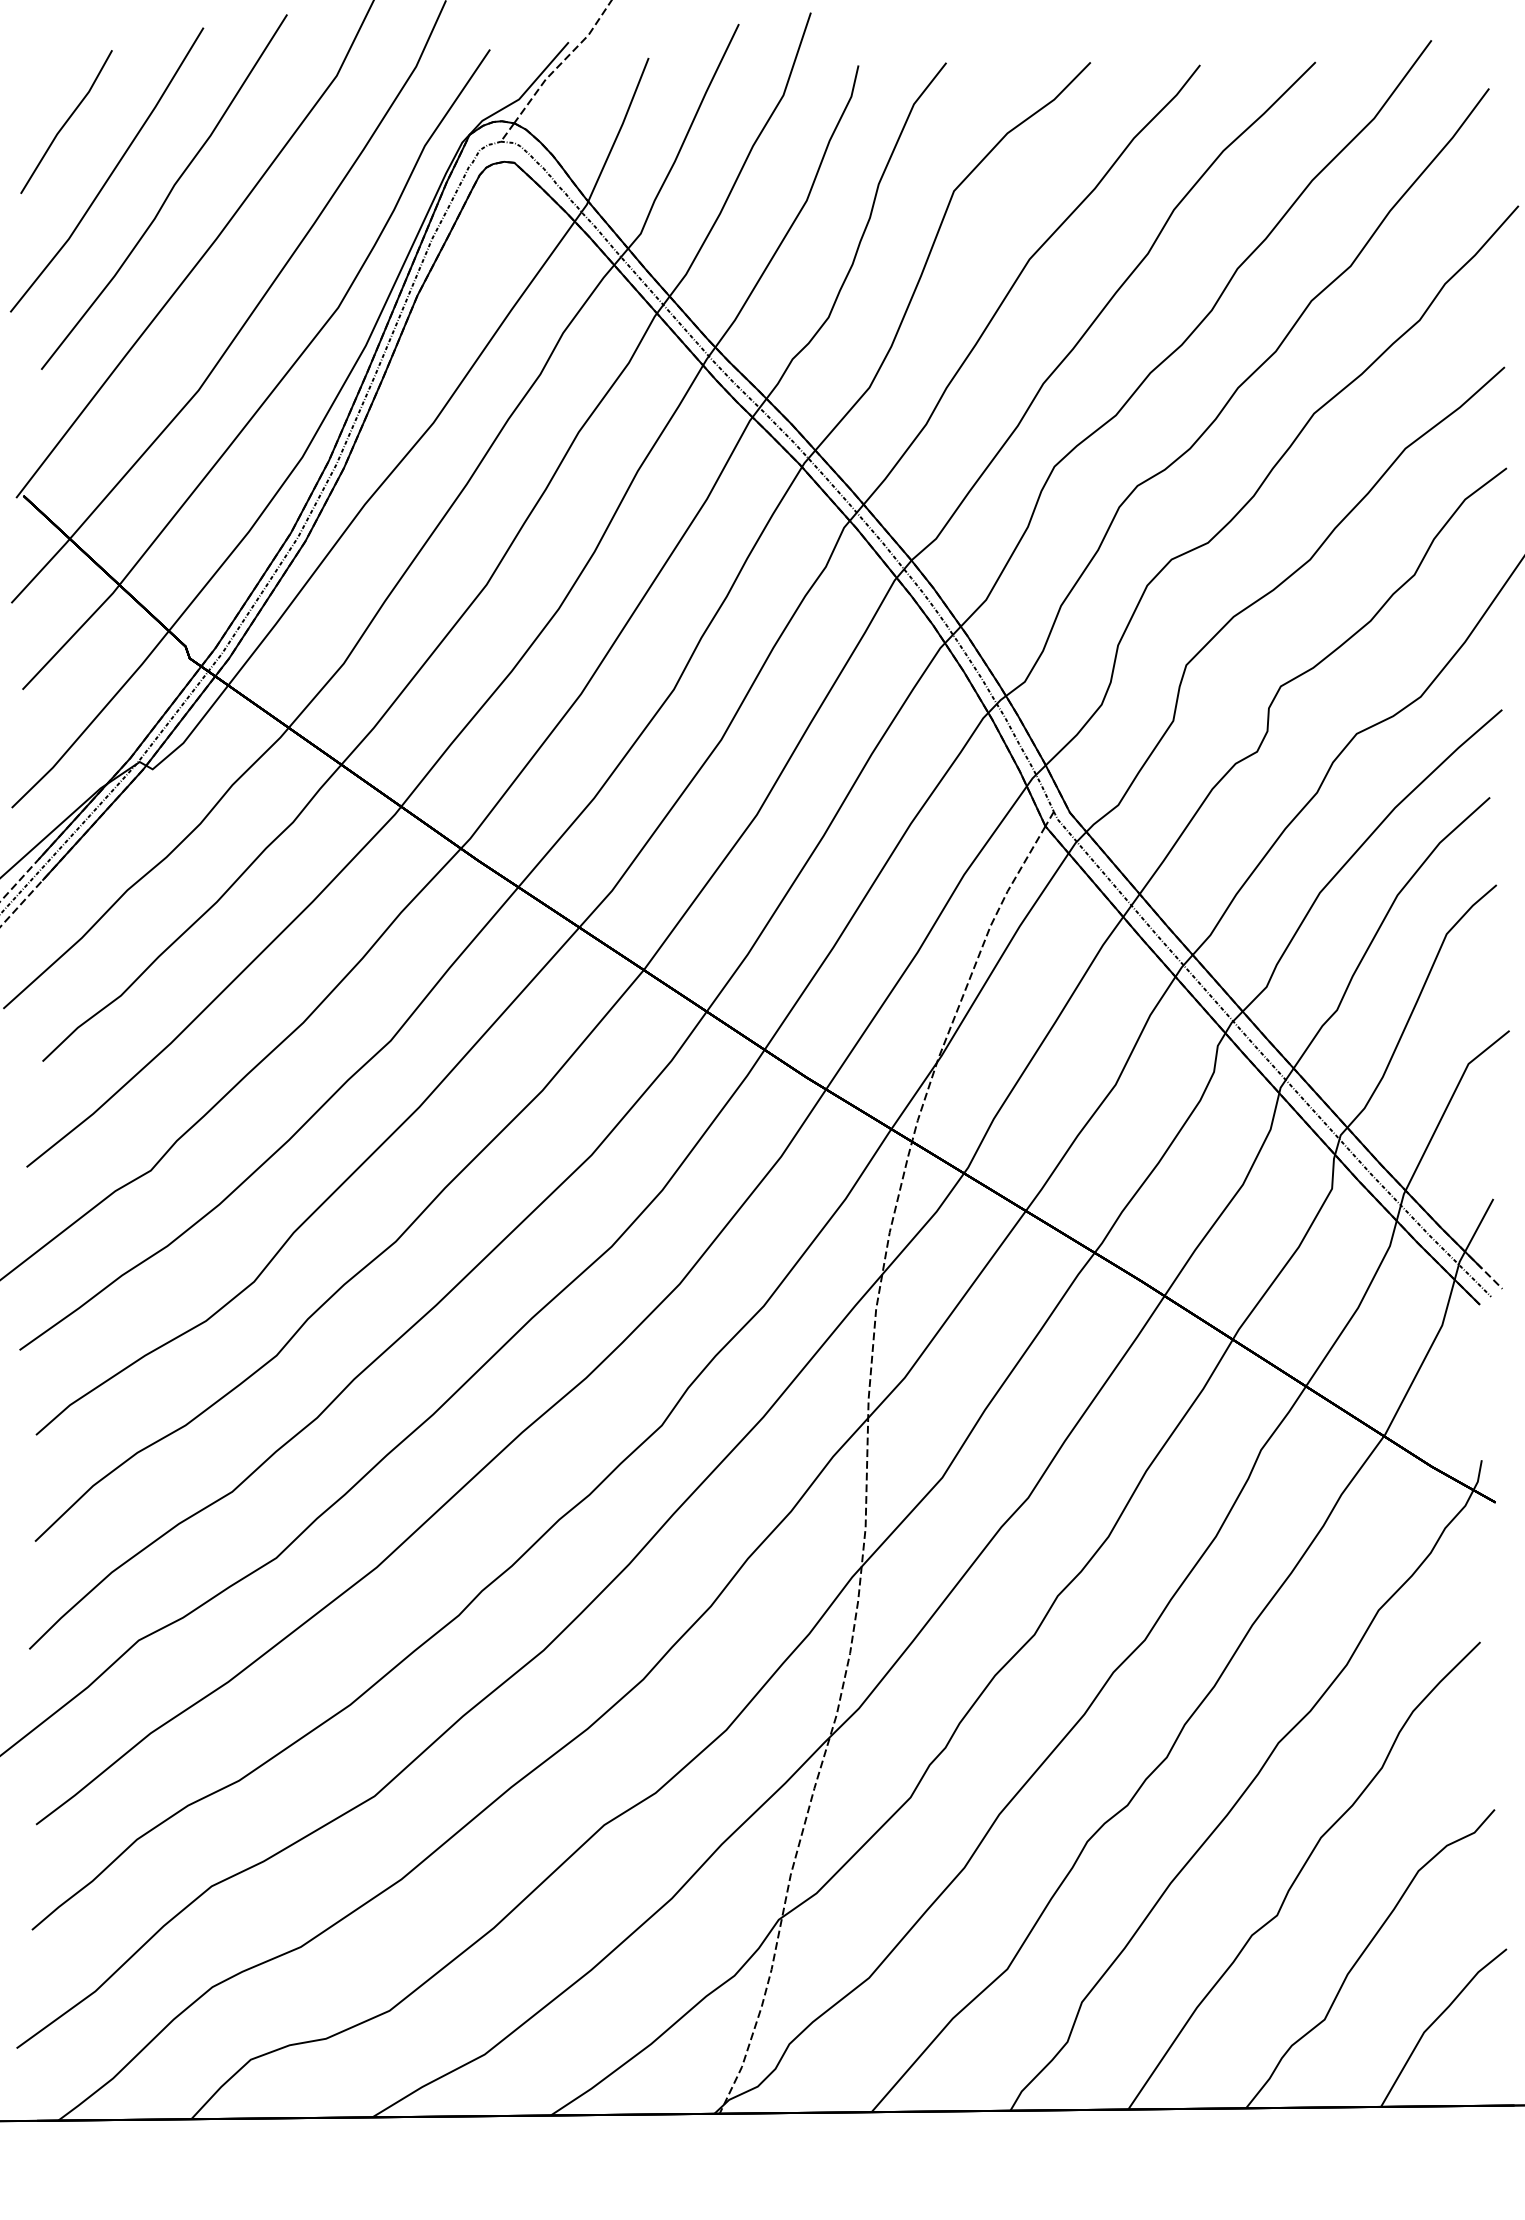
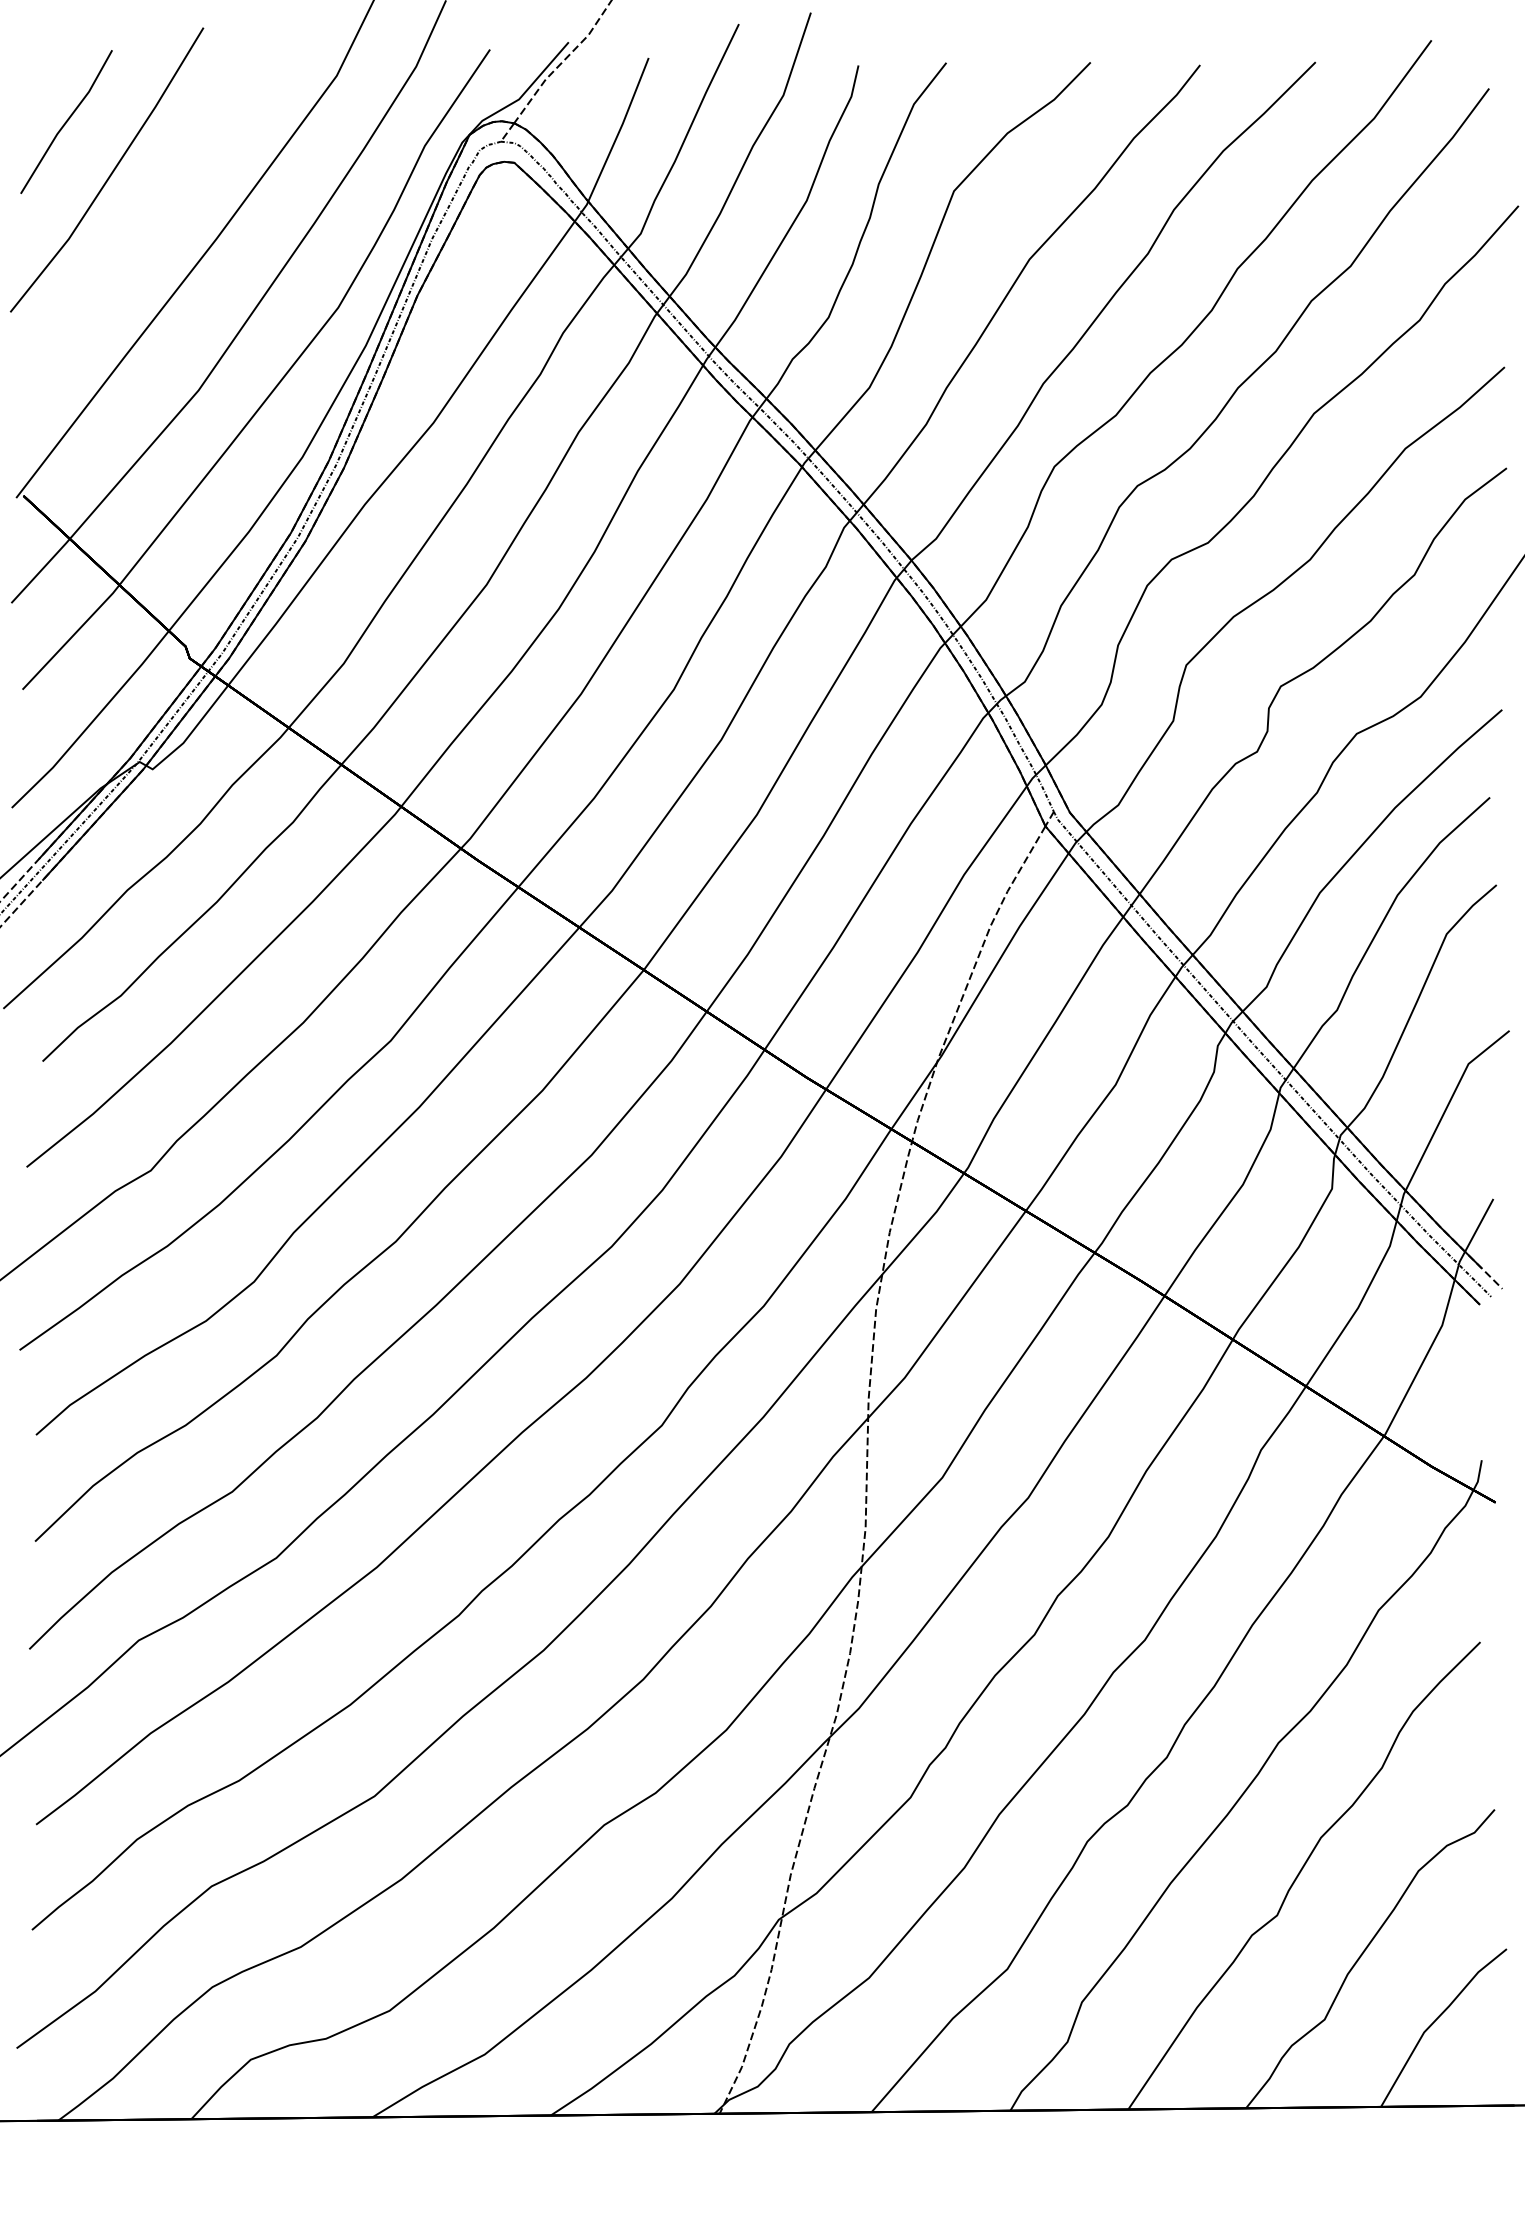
curve at (167, 194): present -> none
